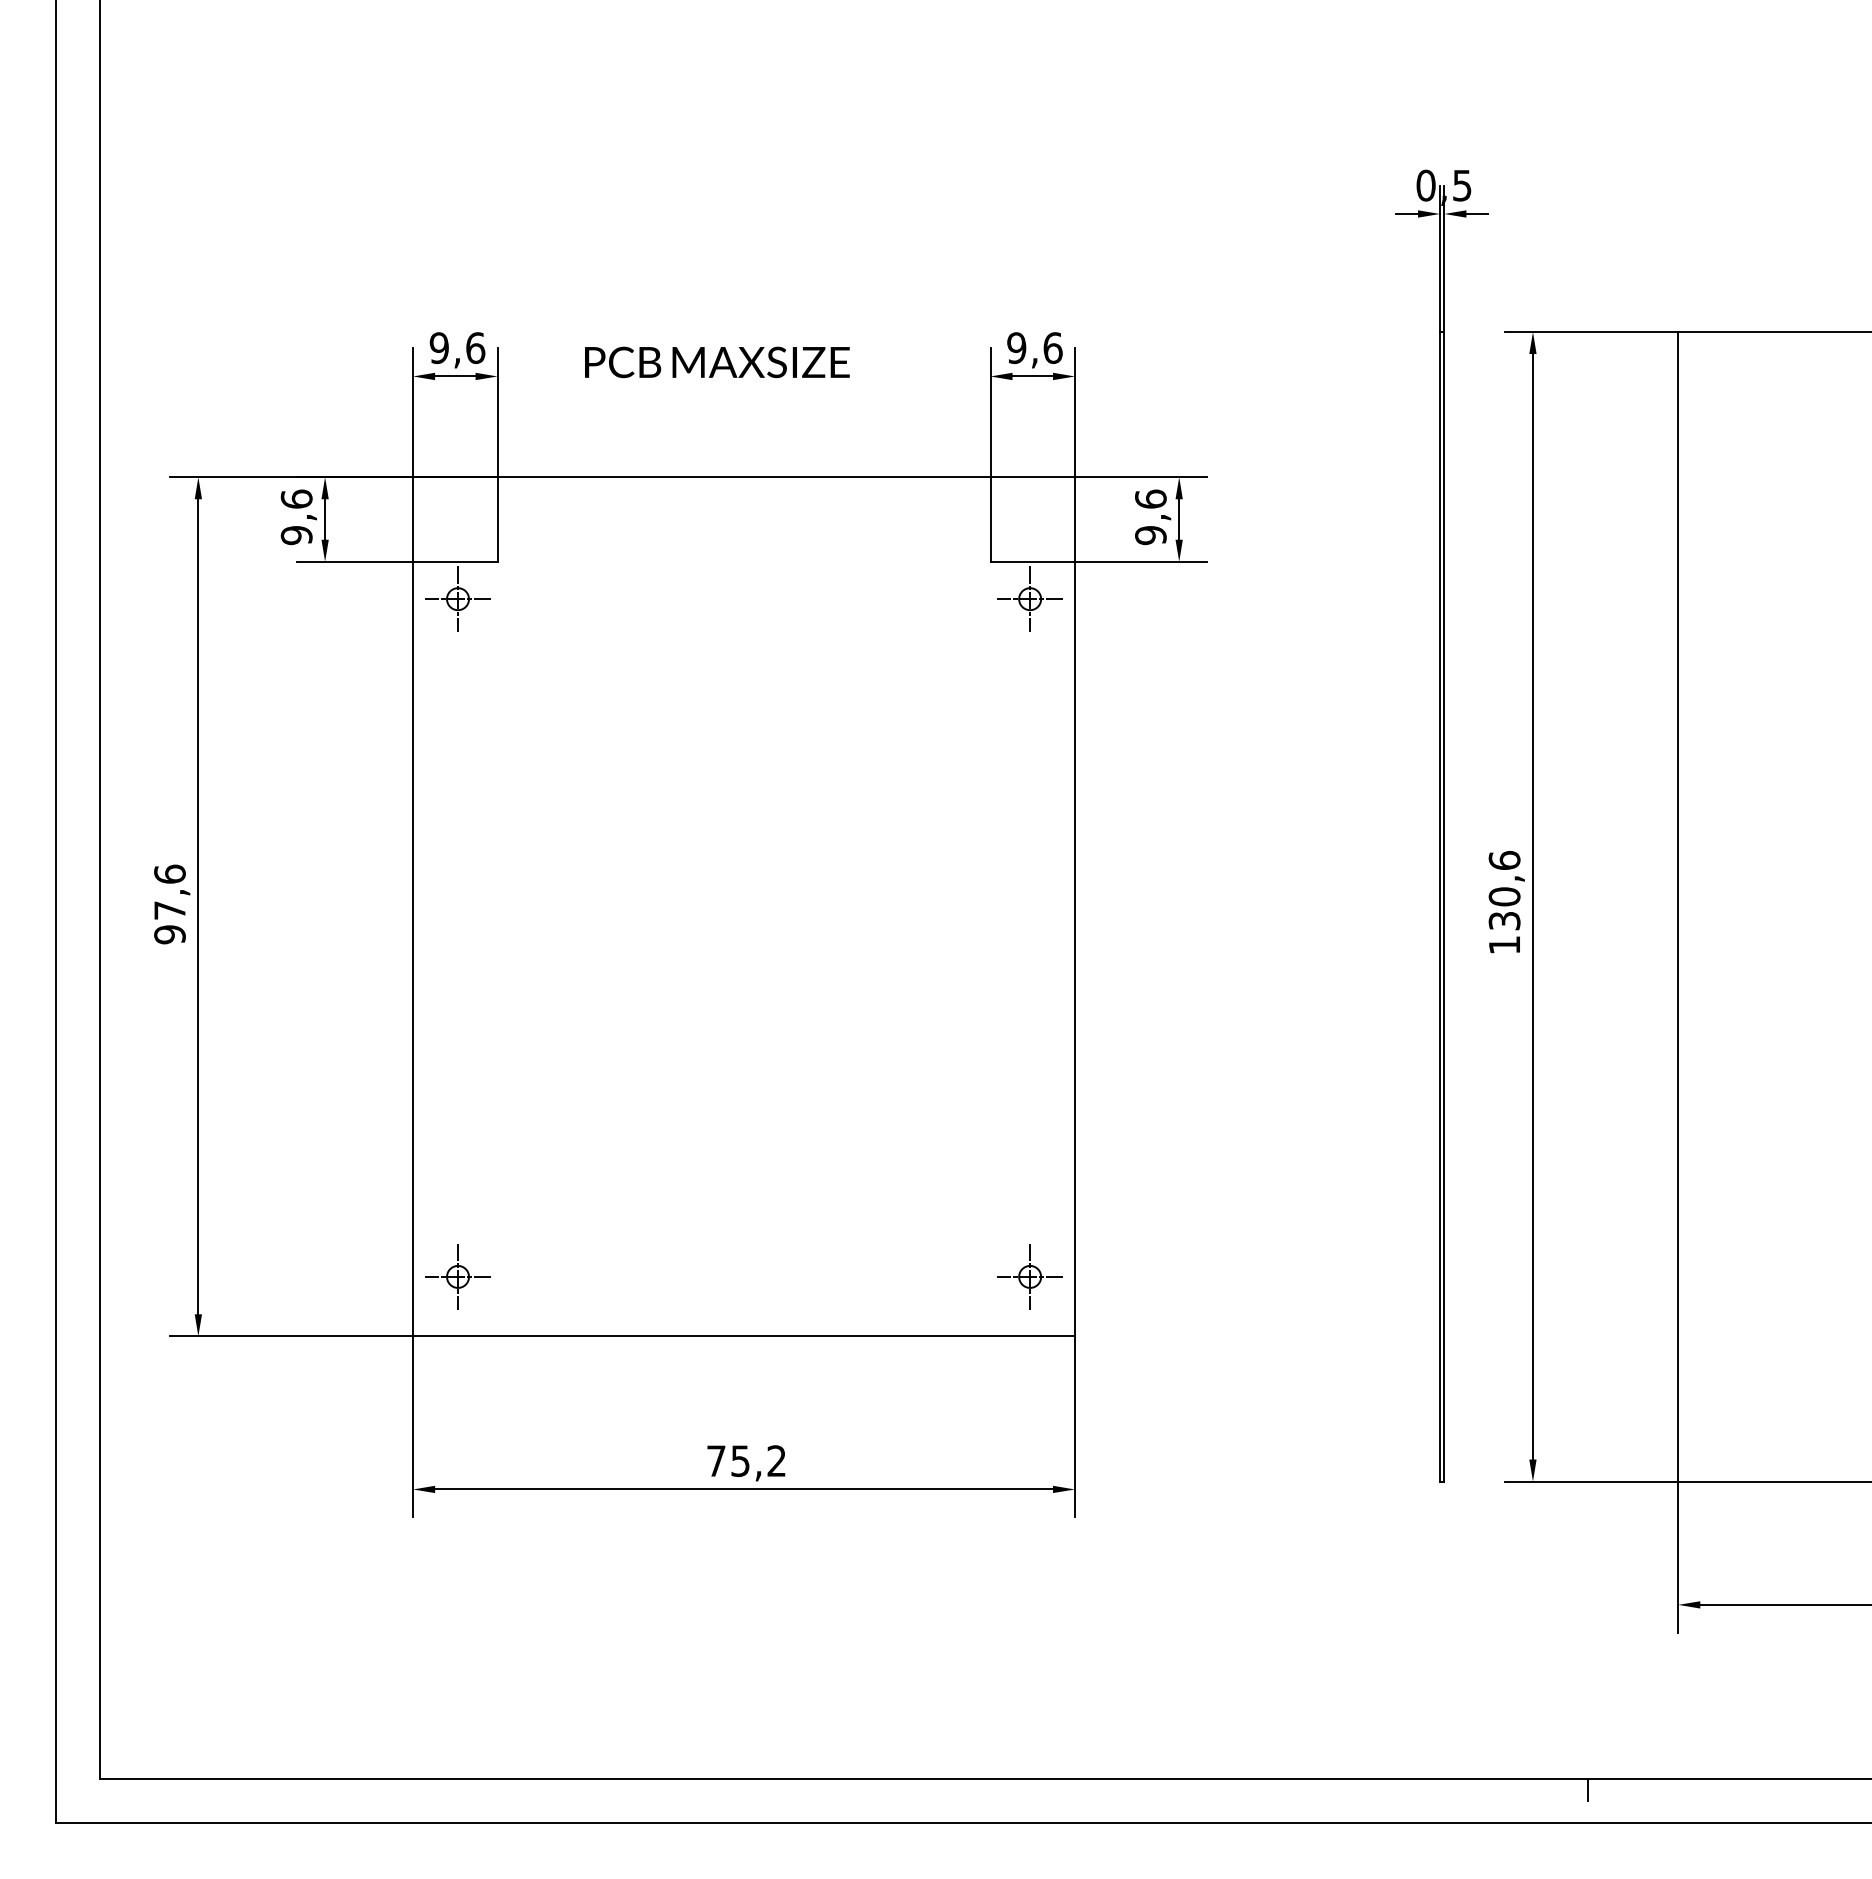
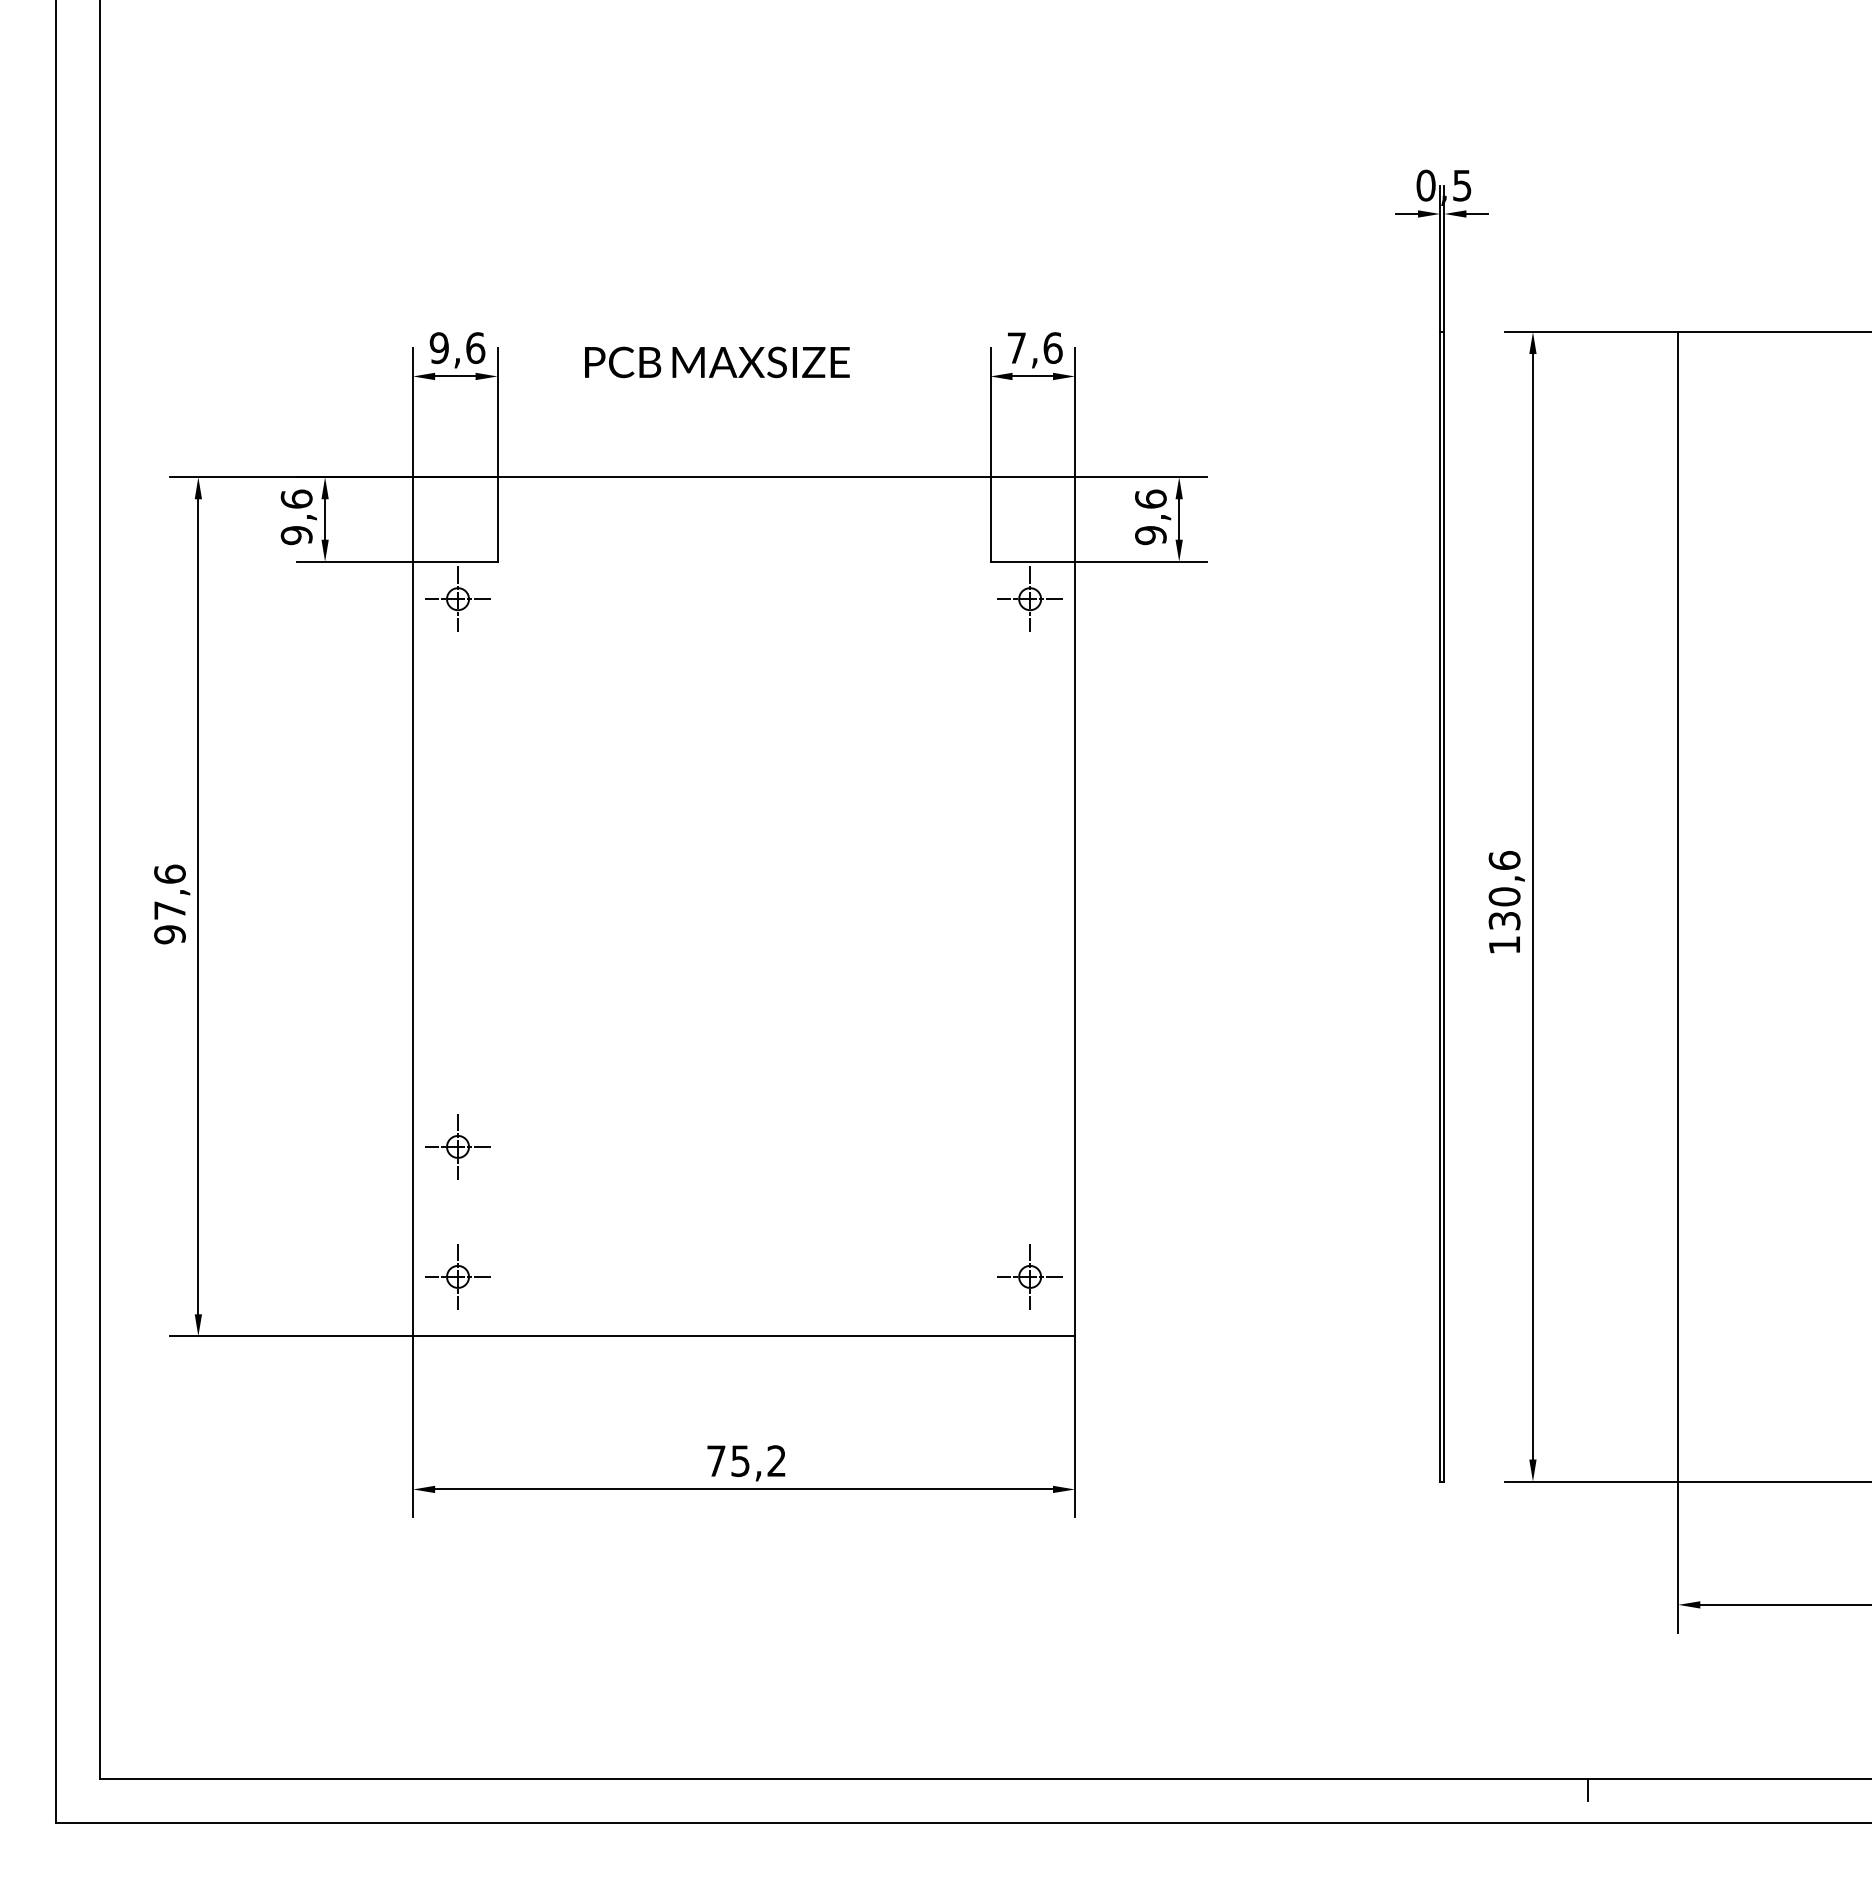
text at (1016, 348): 9,6 -> 7,6
part at (457, 1146): none -> present
